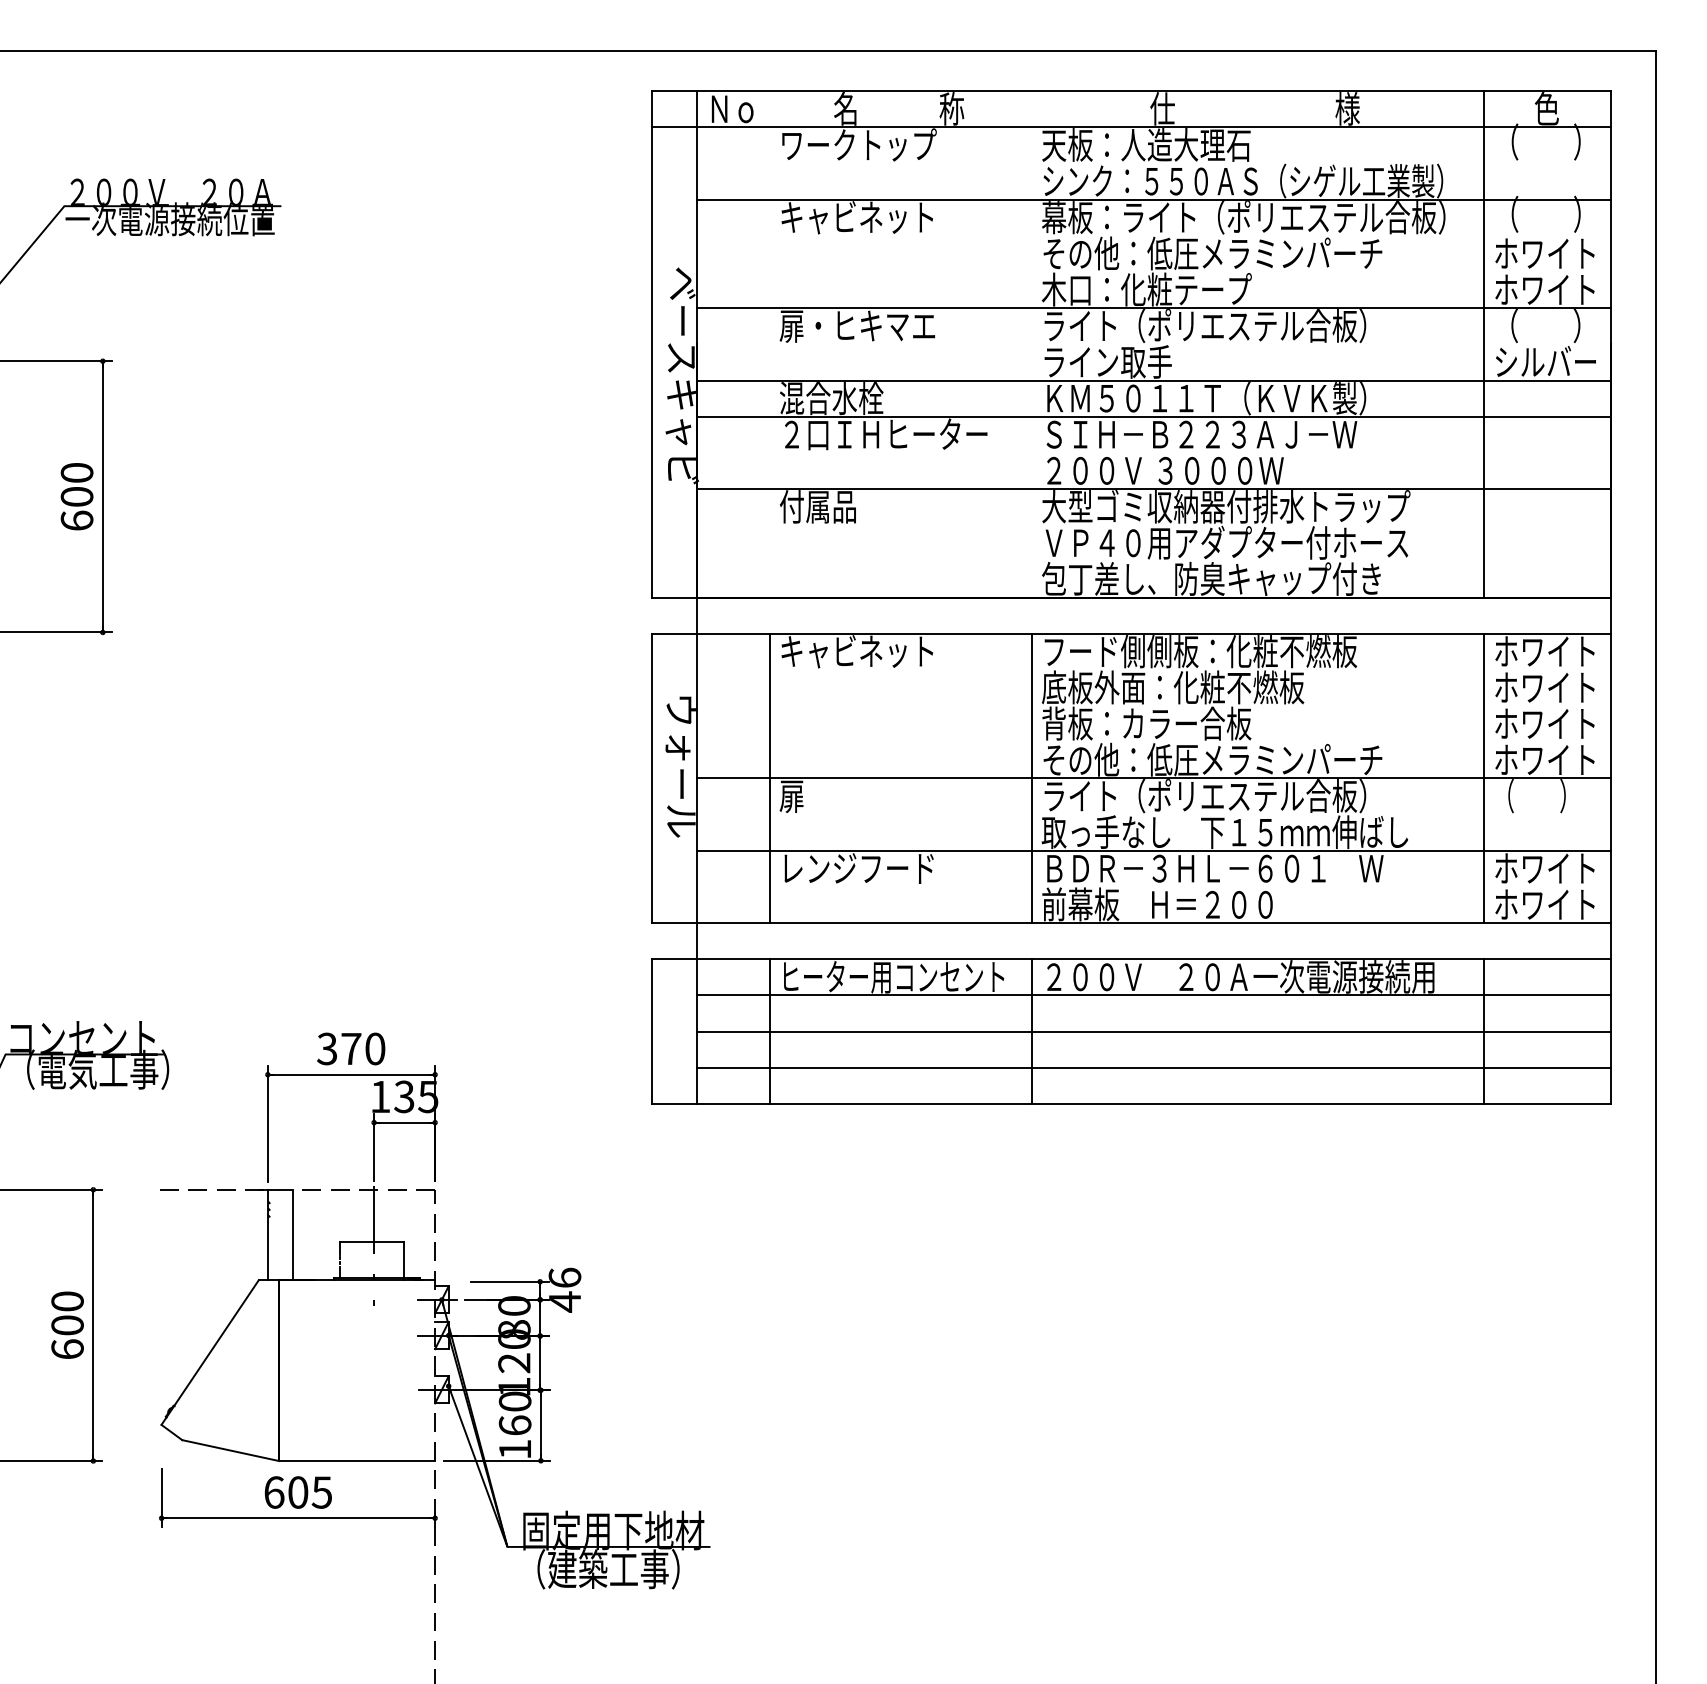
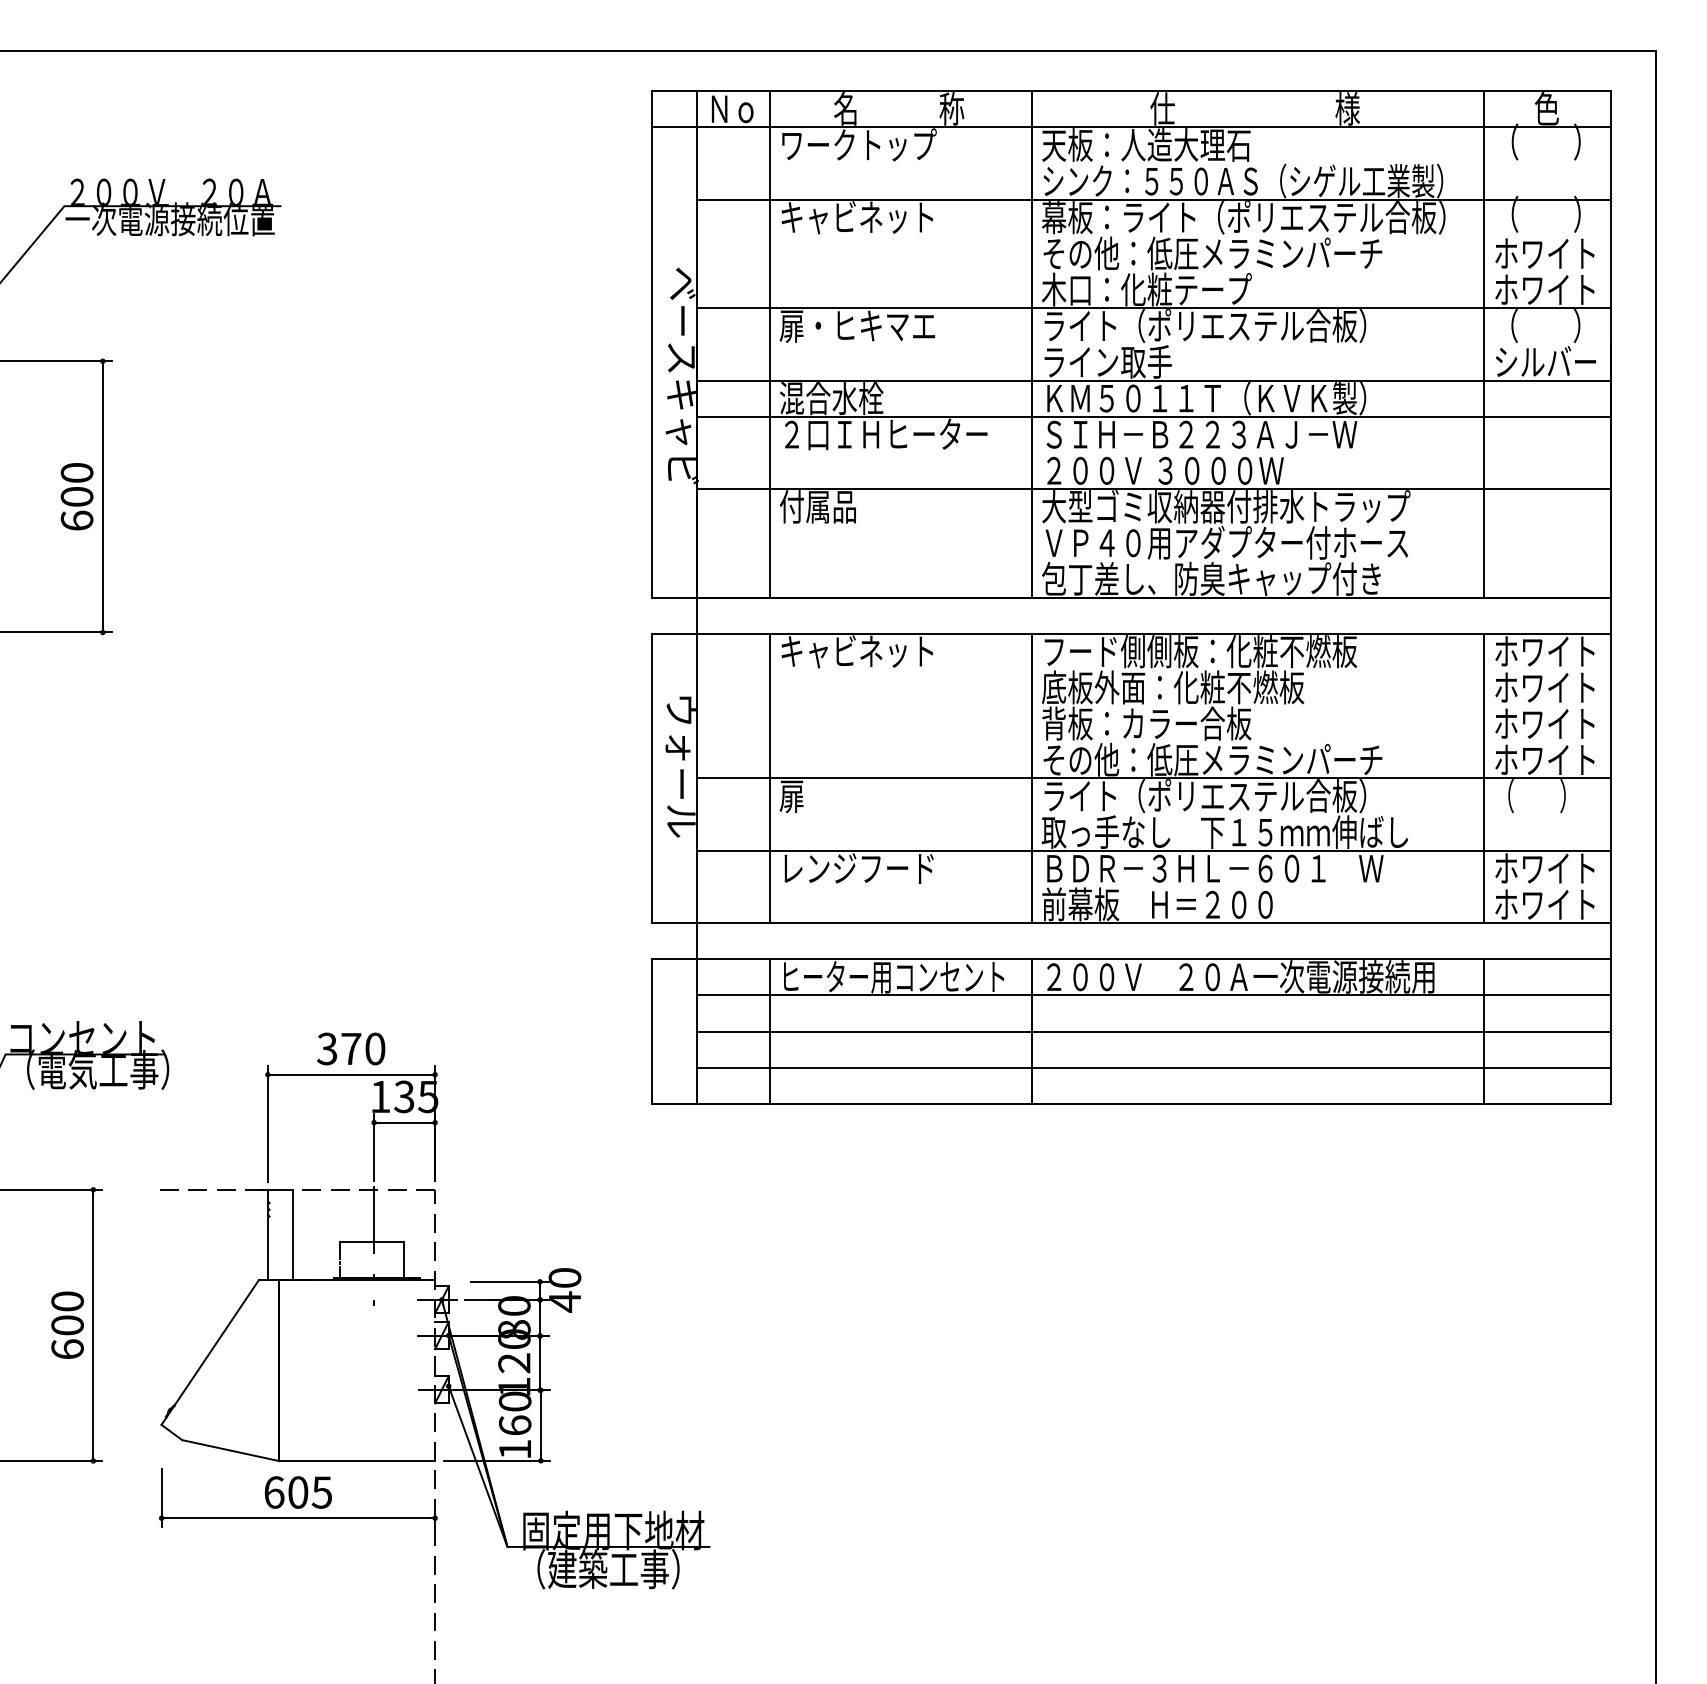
line at (769, 344): none -> present
line at (1031, 344): none -> present
text at (564, 1277): 46 -> 40
